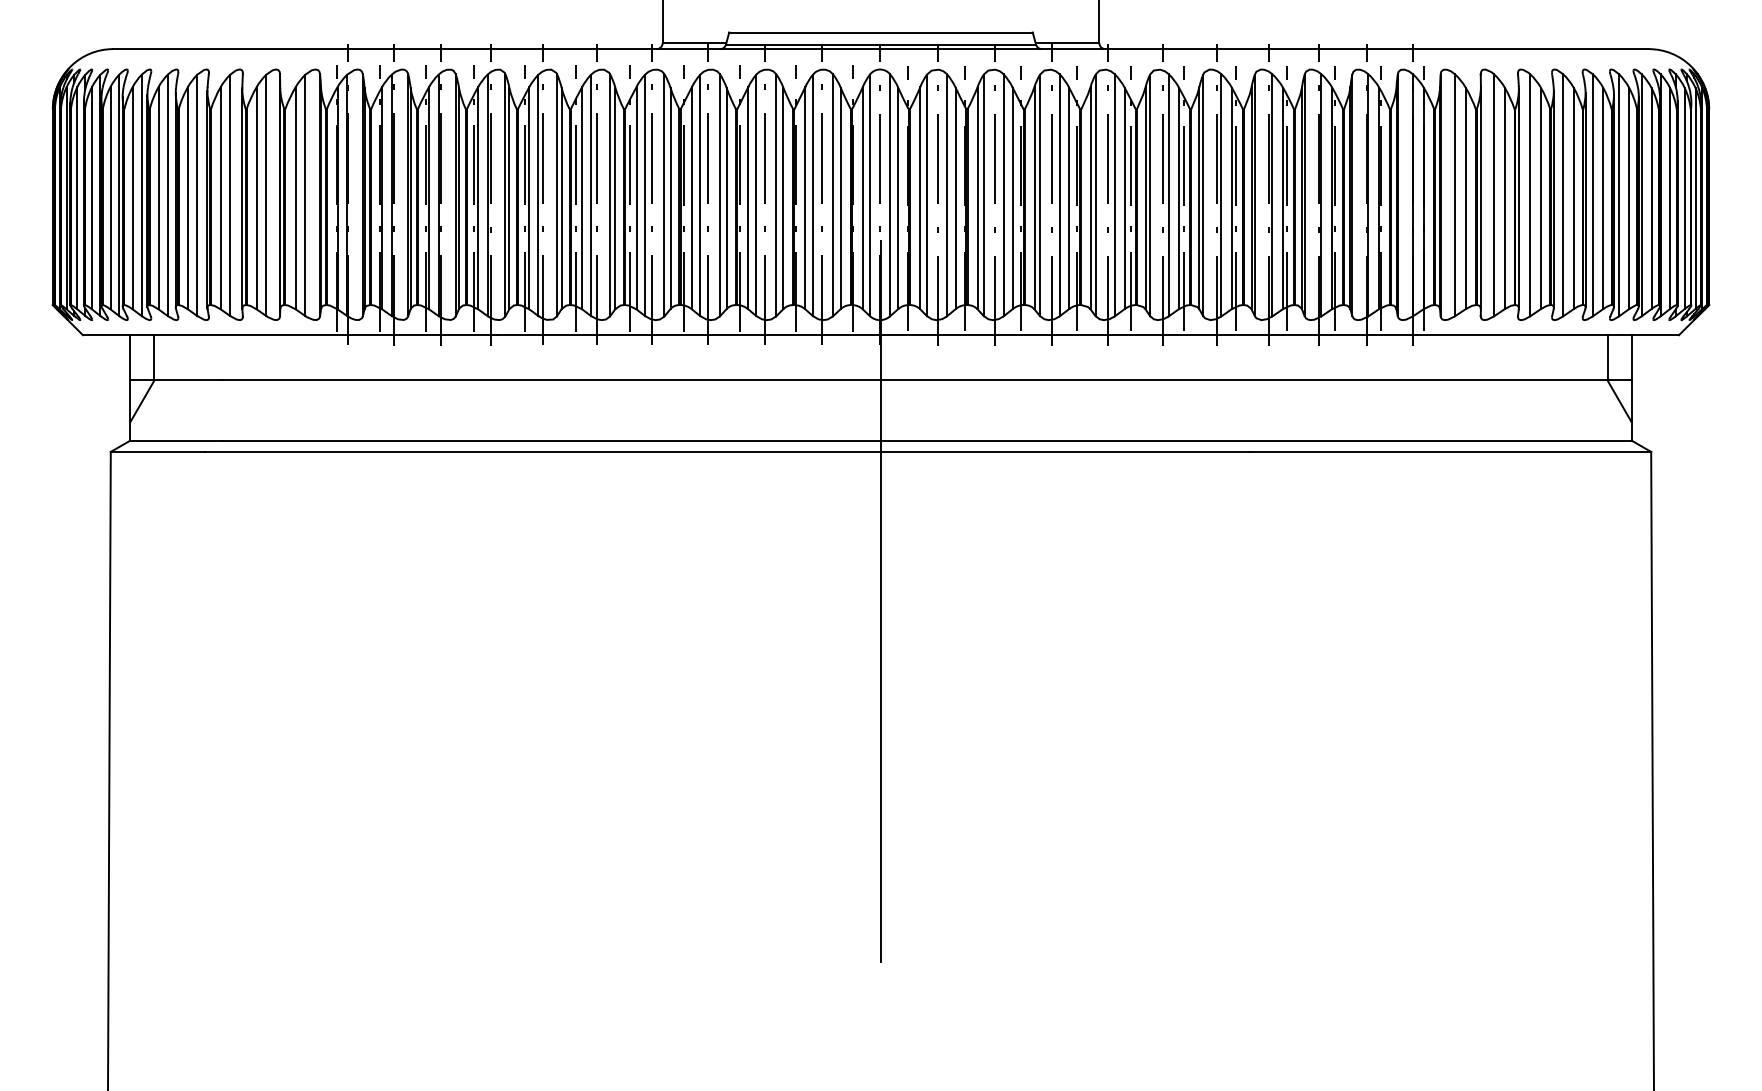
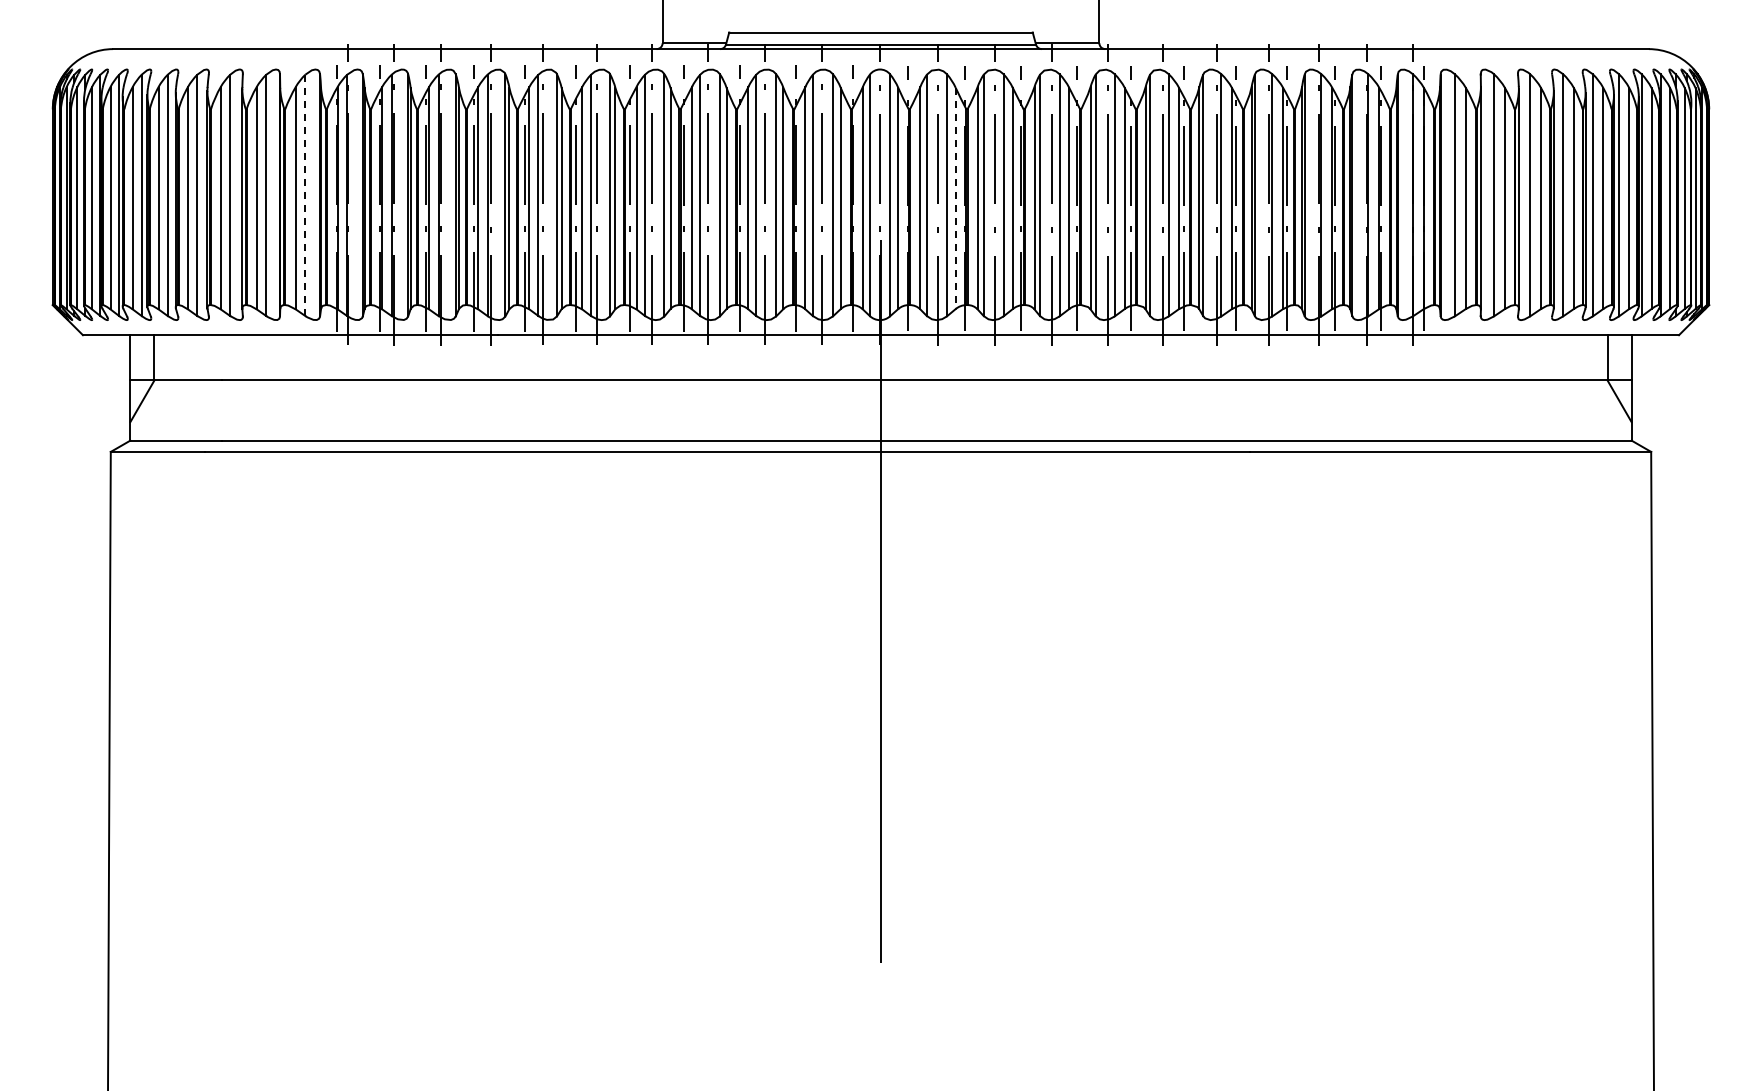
line at (305, 195): solid -> dashed
line at (955, 198): solid -> dashed
